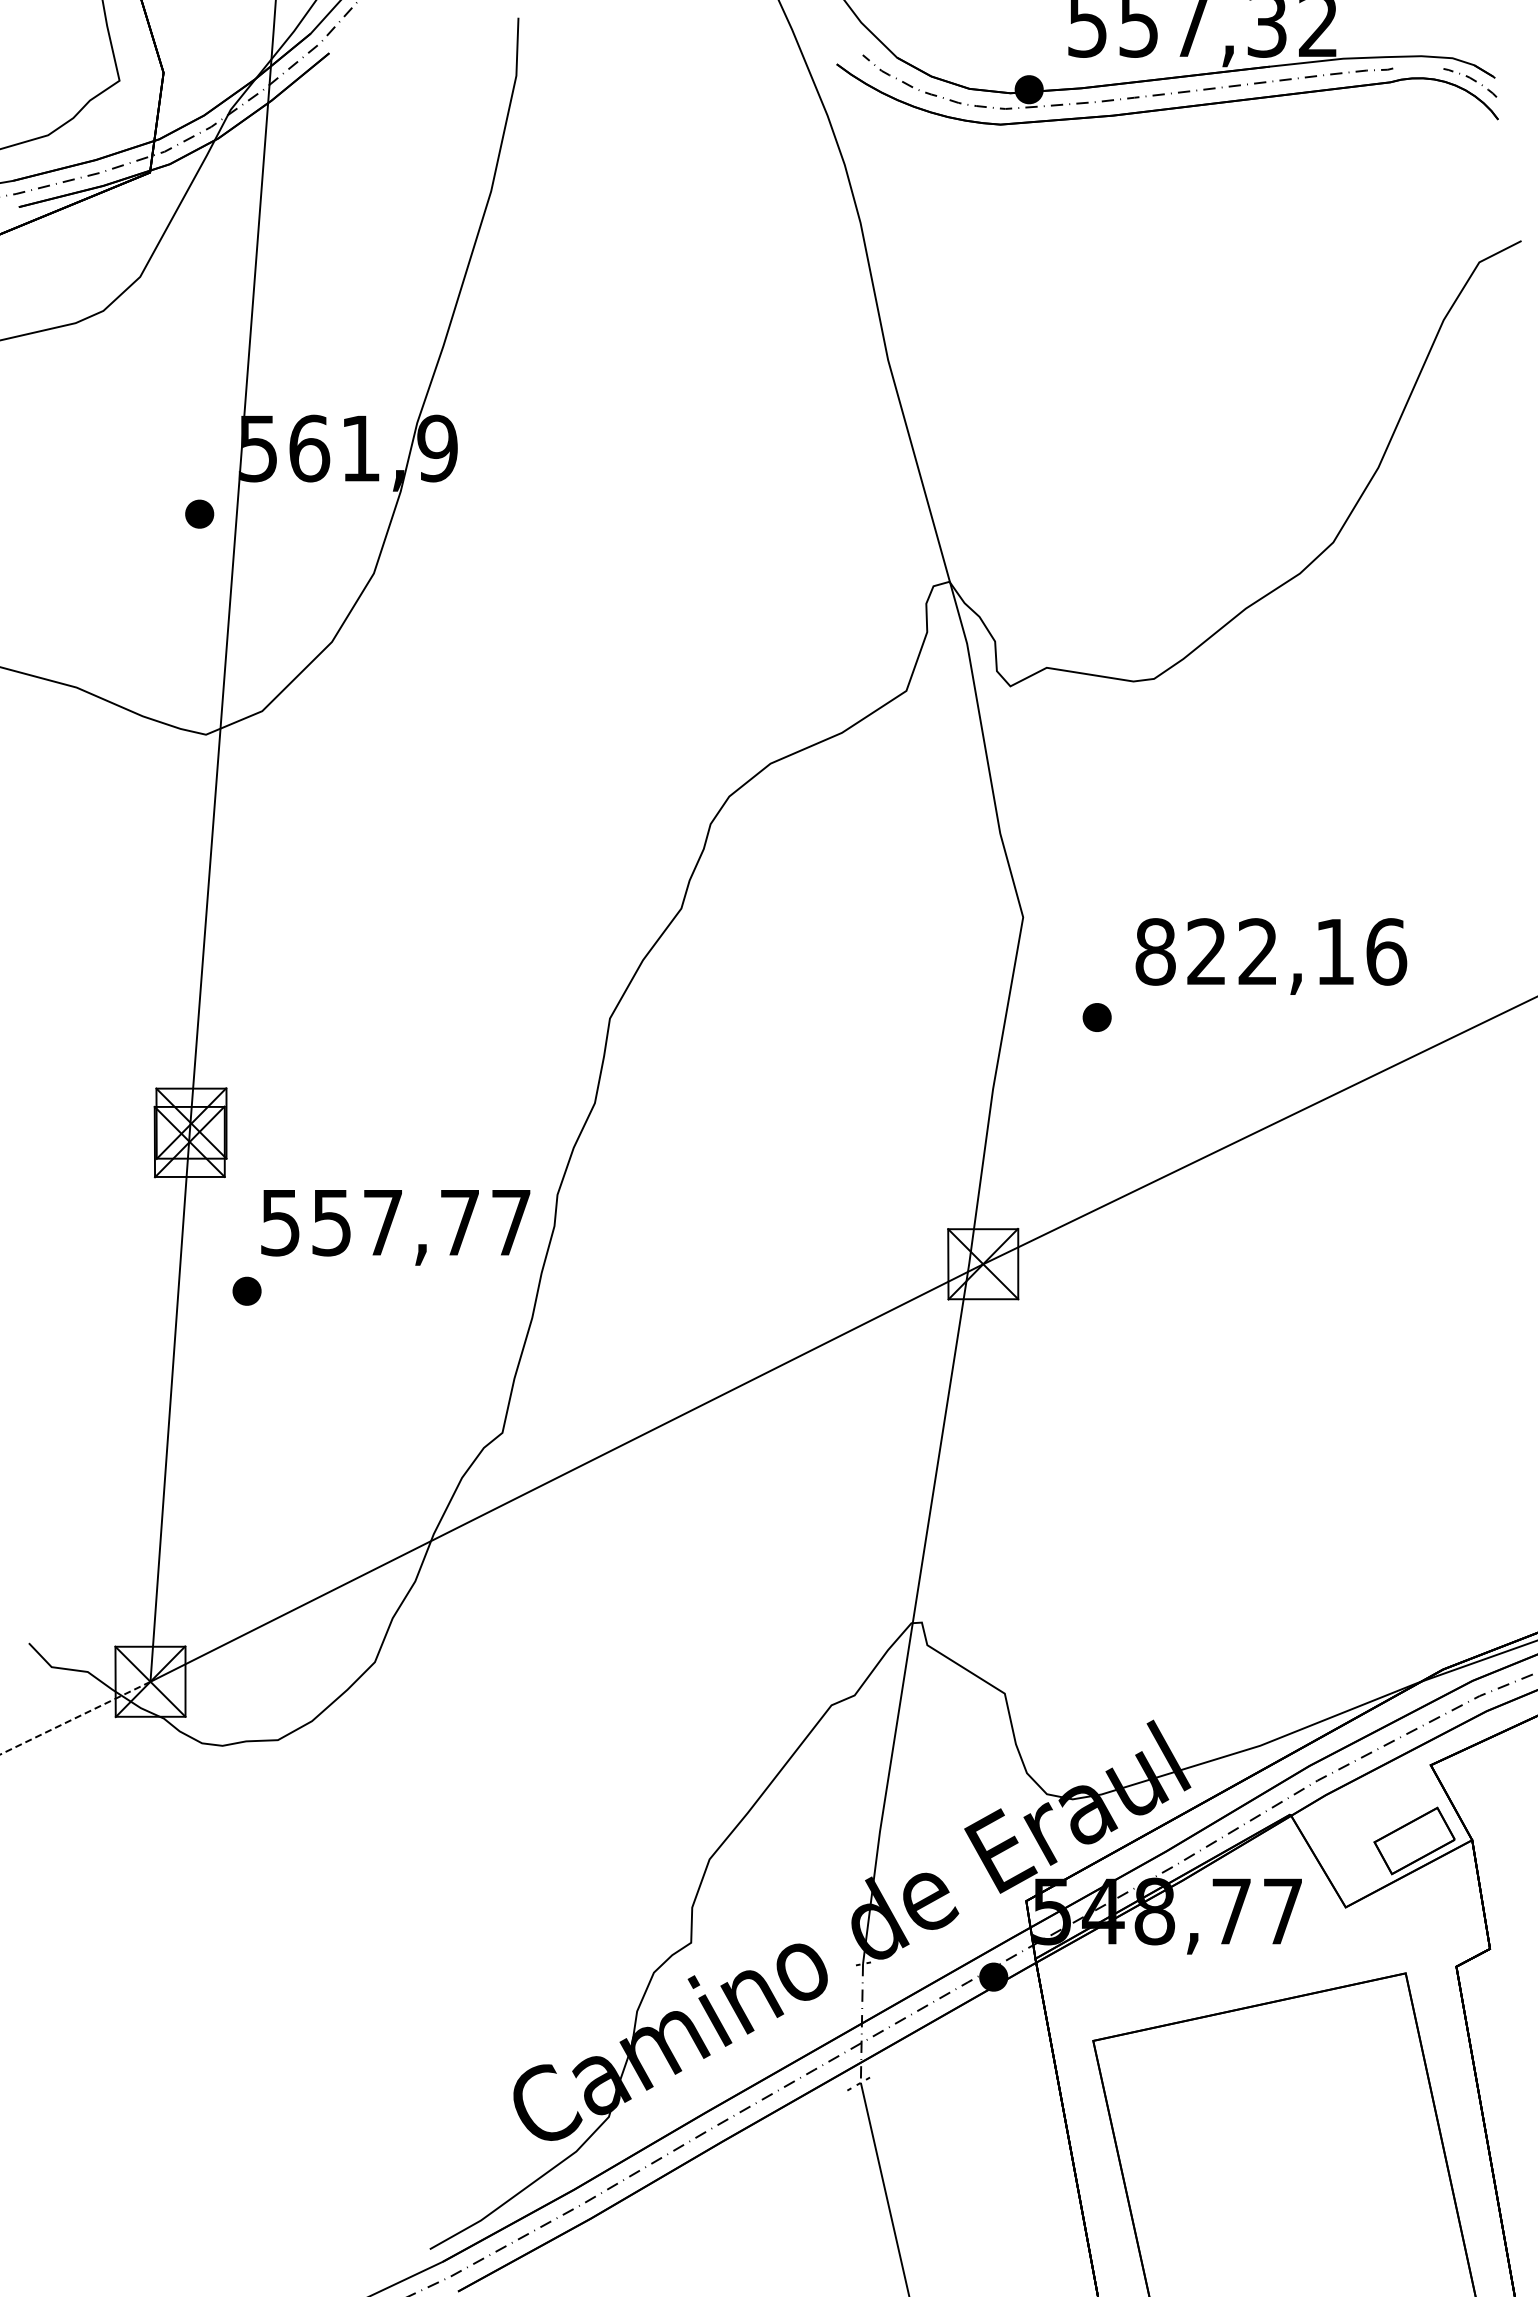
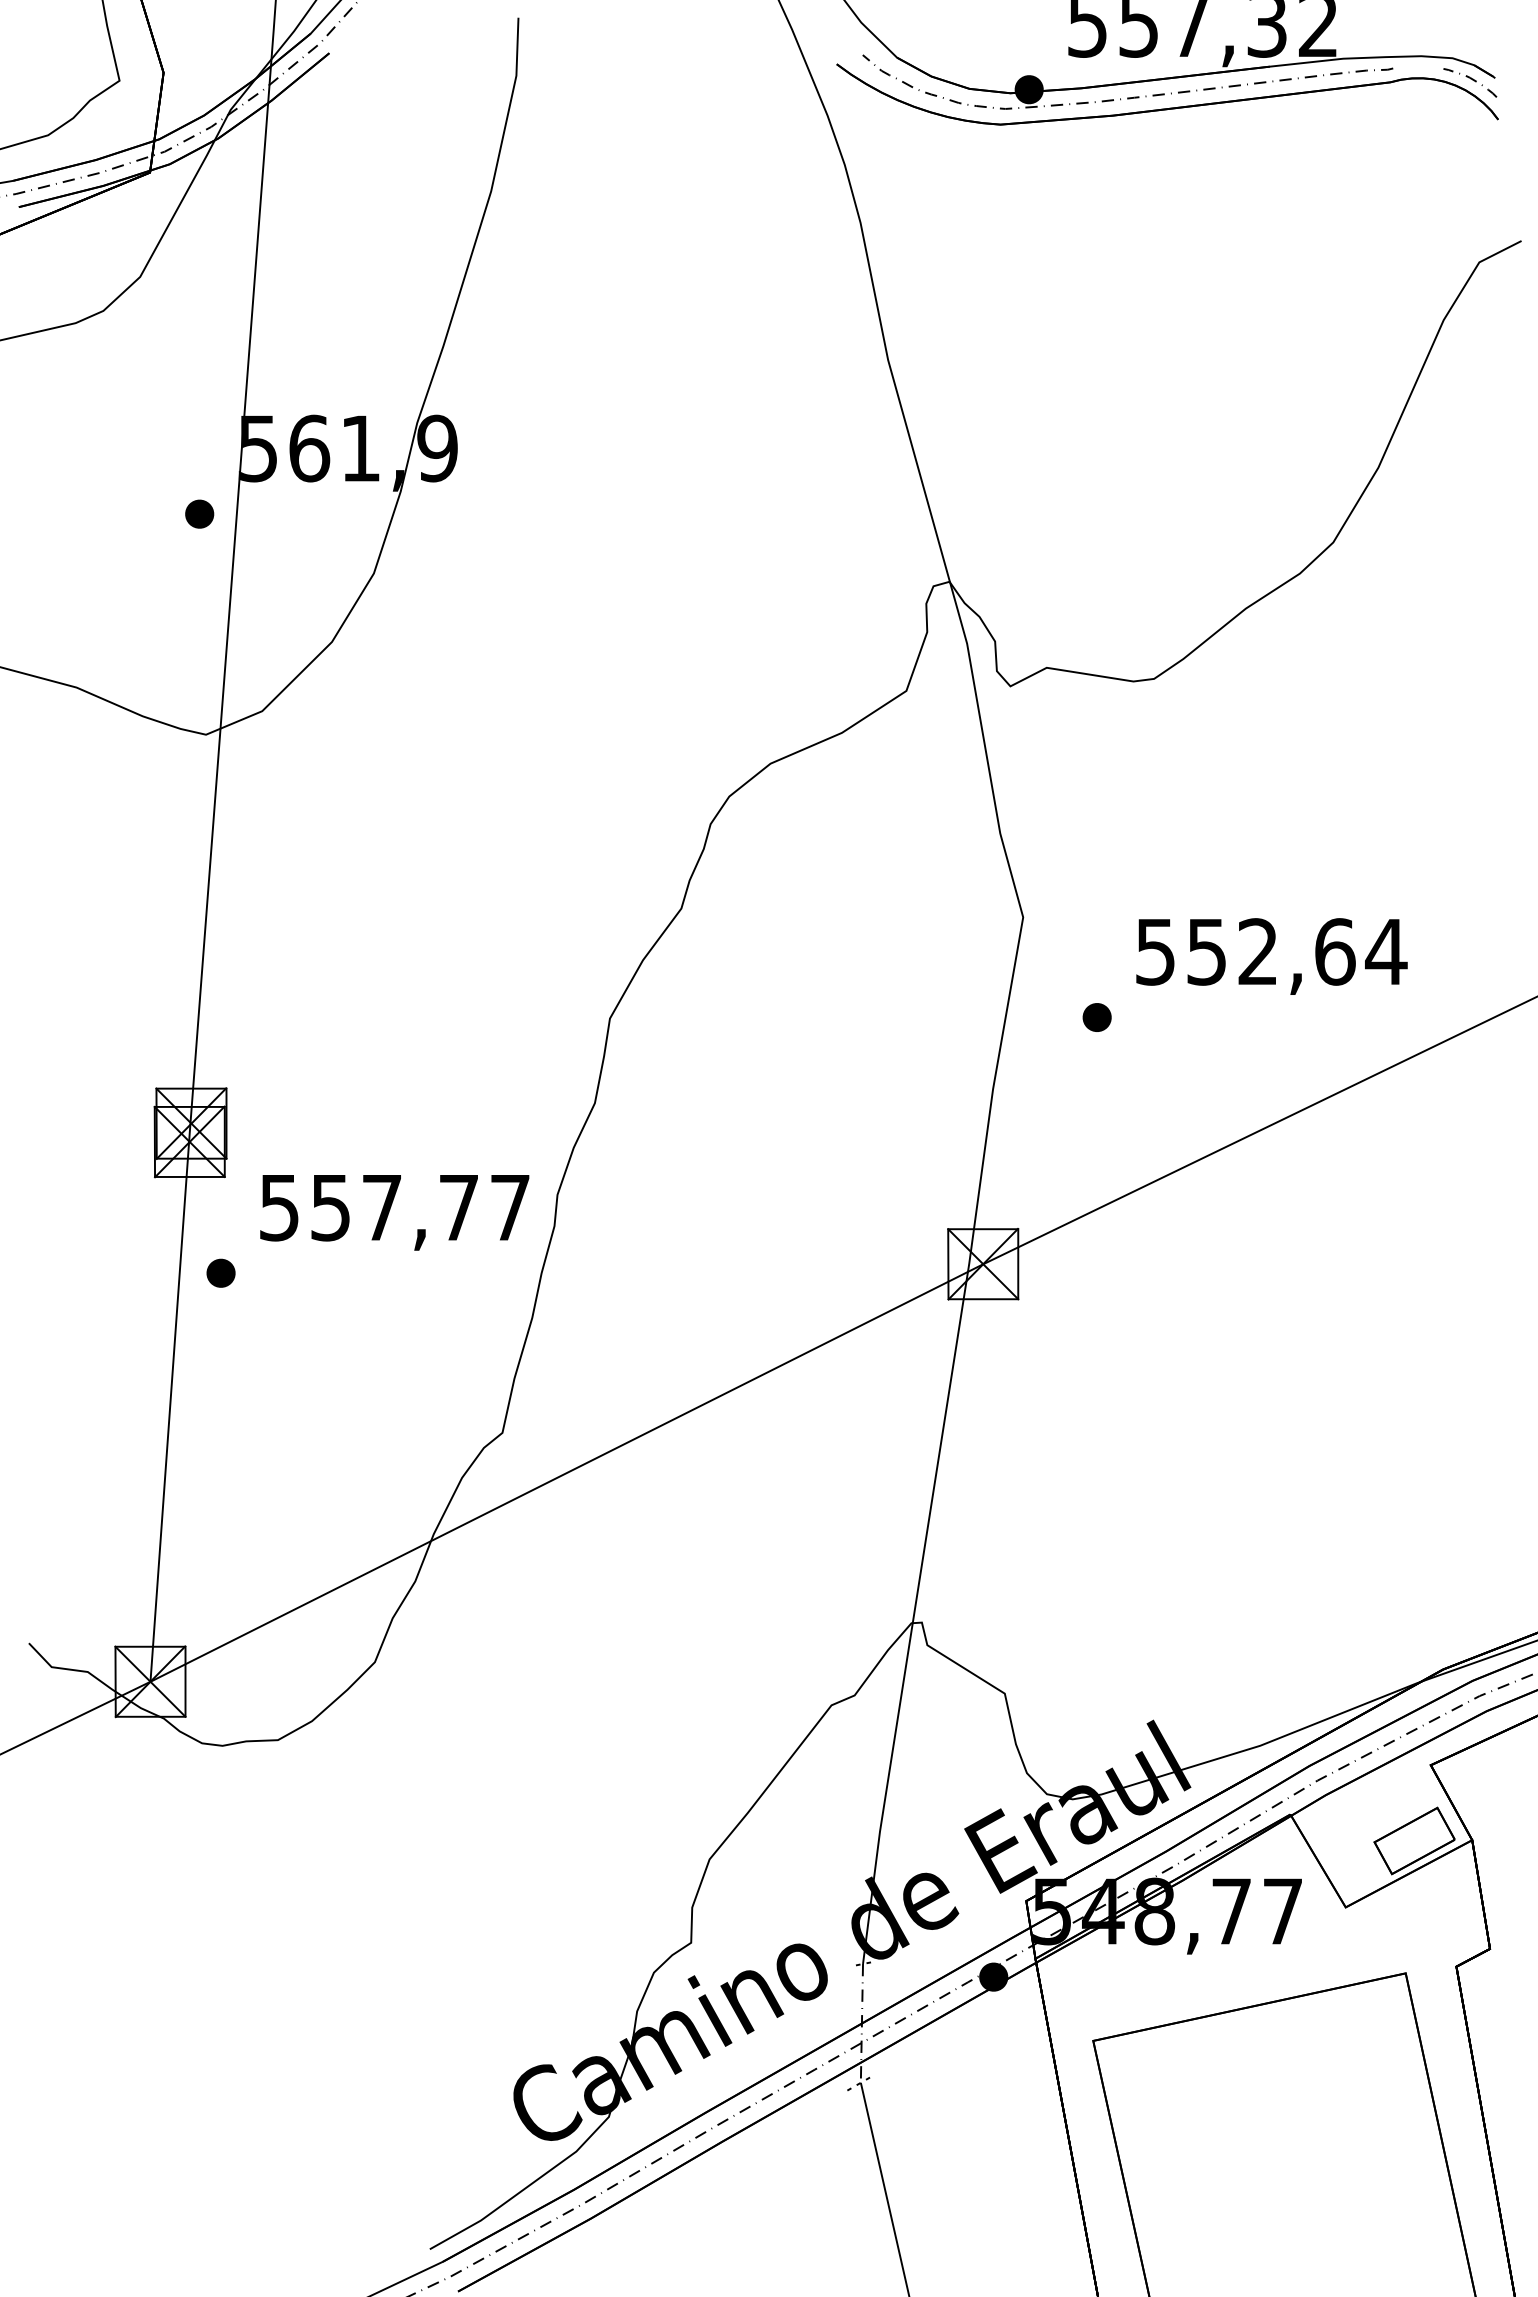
text at (1271, 951): 822,16 -> 552,64
text at (395, 1227) position: (395, 1227) -> (394, 1212)
part at (246, 1290) position: (246, 1290) -> (220, 1272)
line at (74, 1718): dashed -> solid
